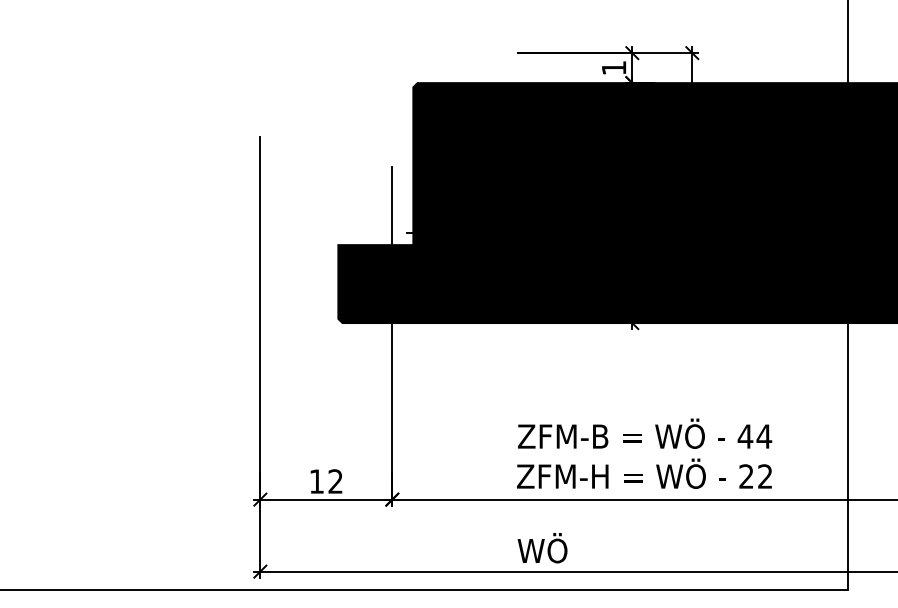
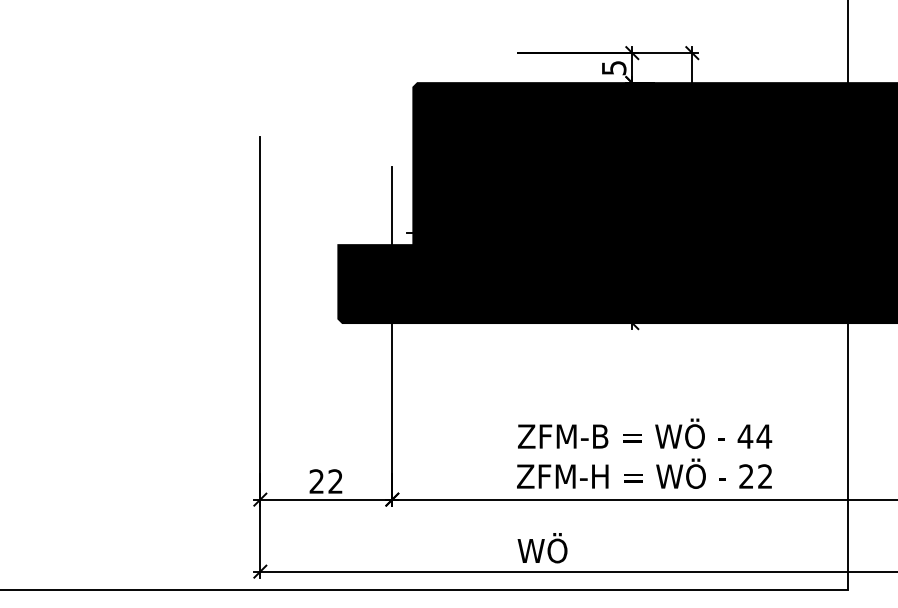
text at (614, 68): 1 -> 5
text at (316, 481): 12 -> 22
